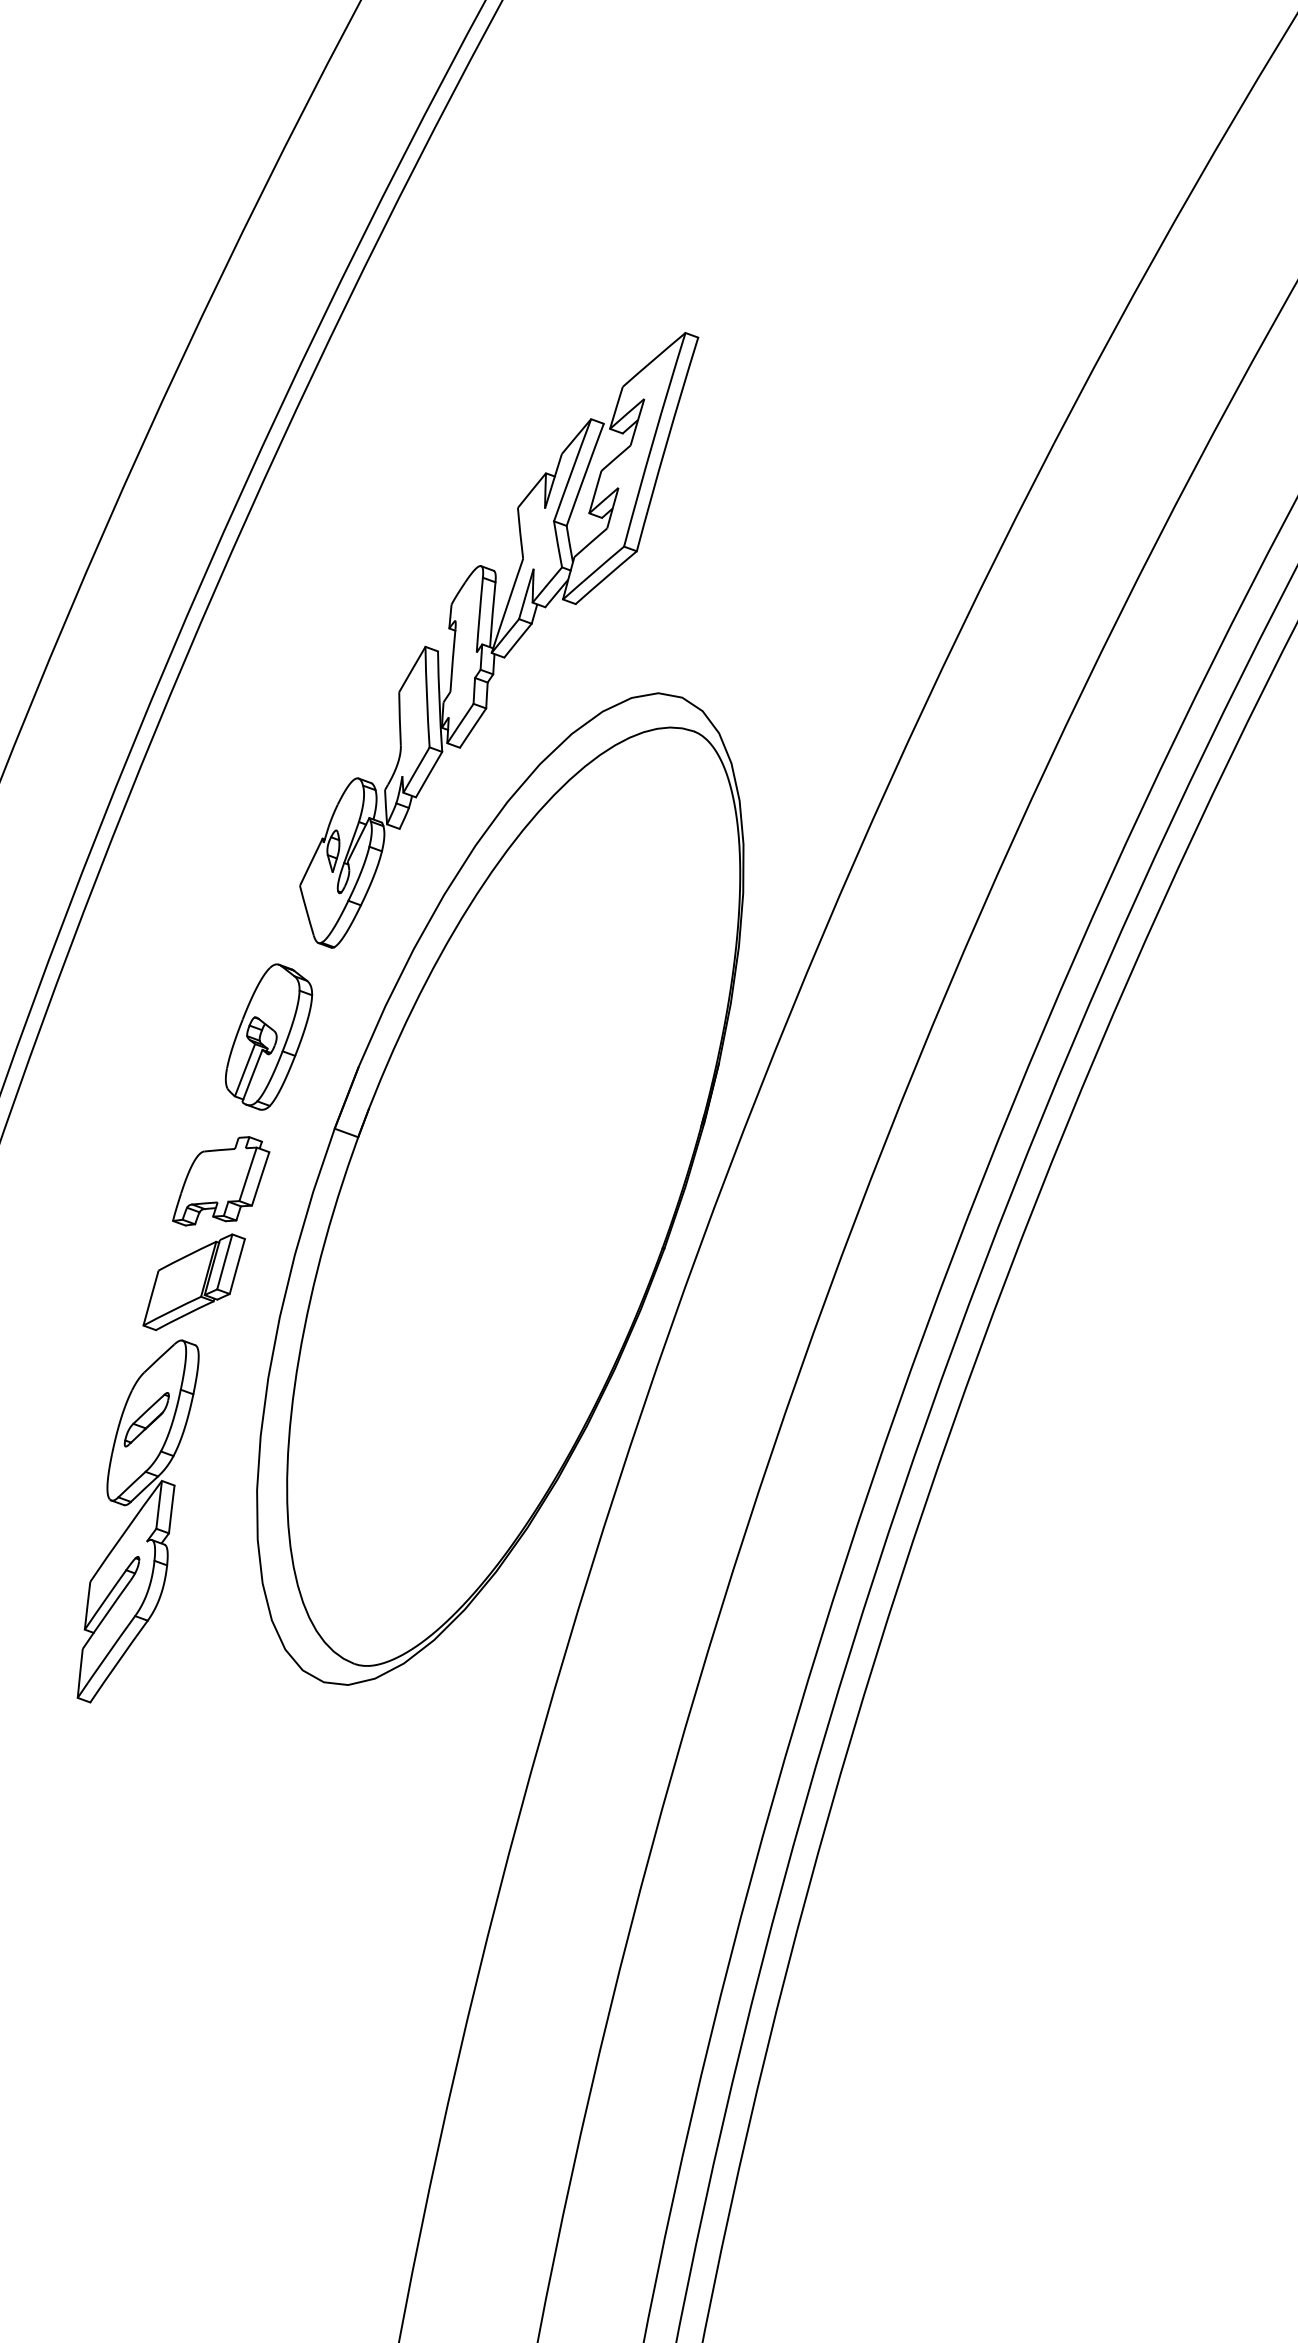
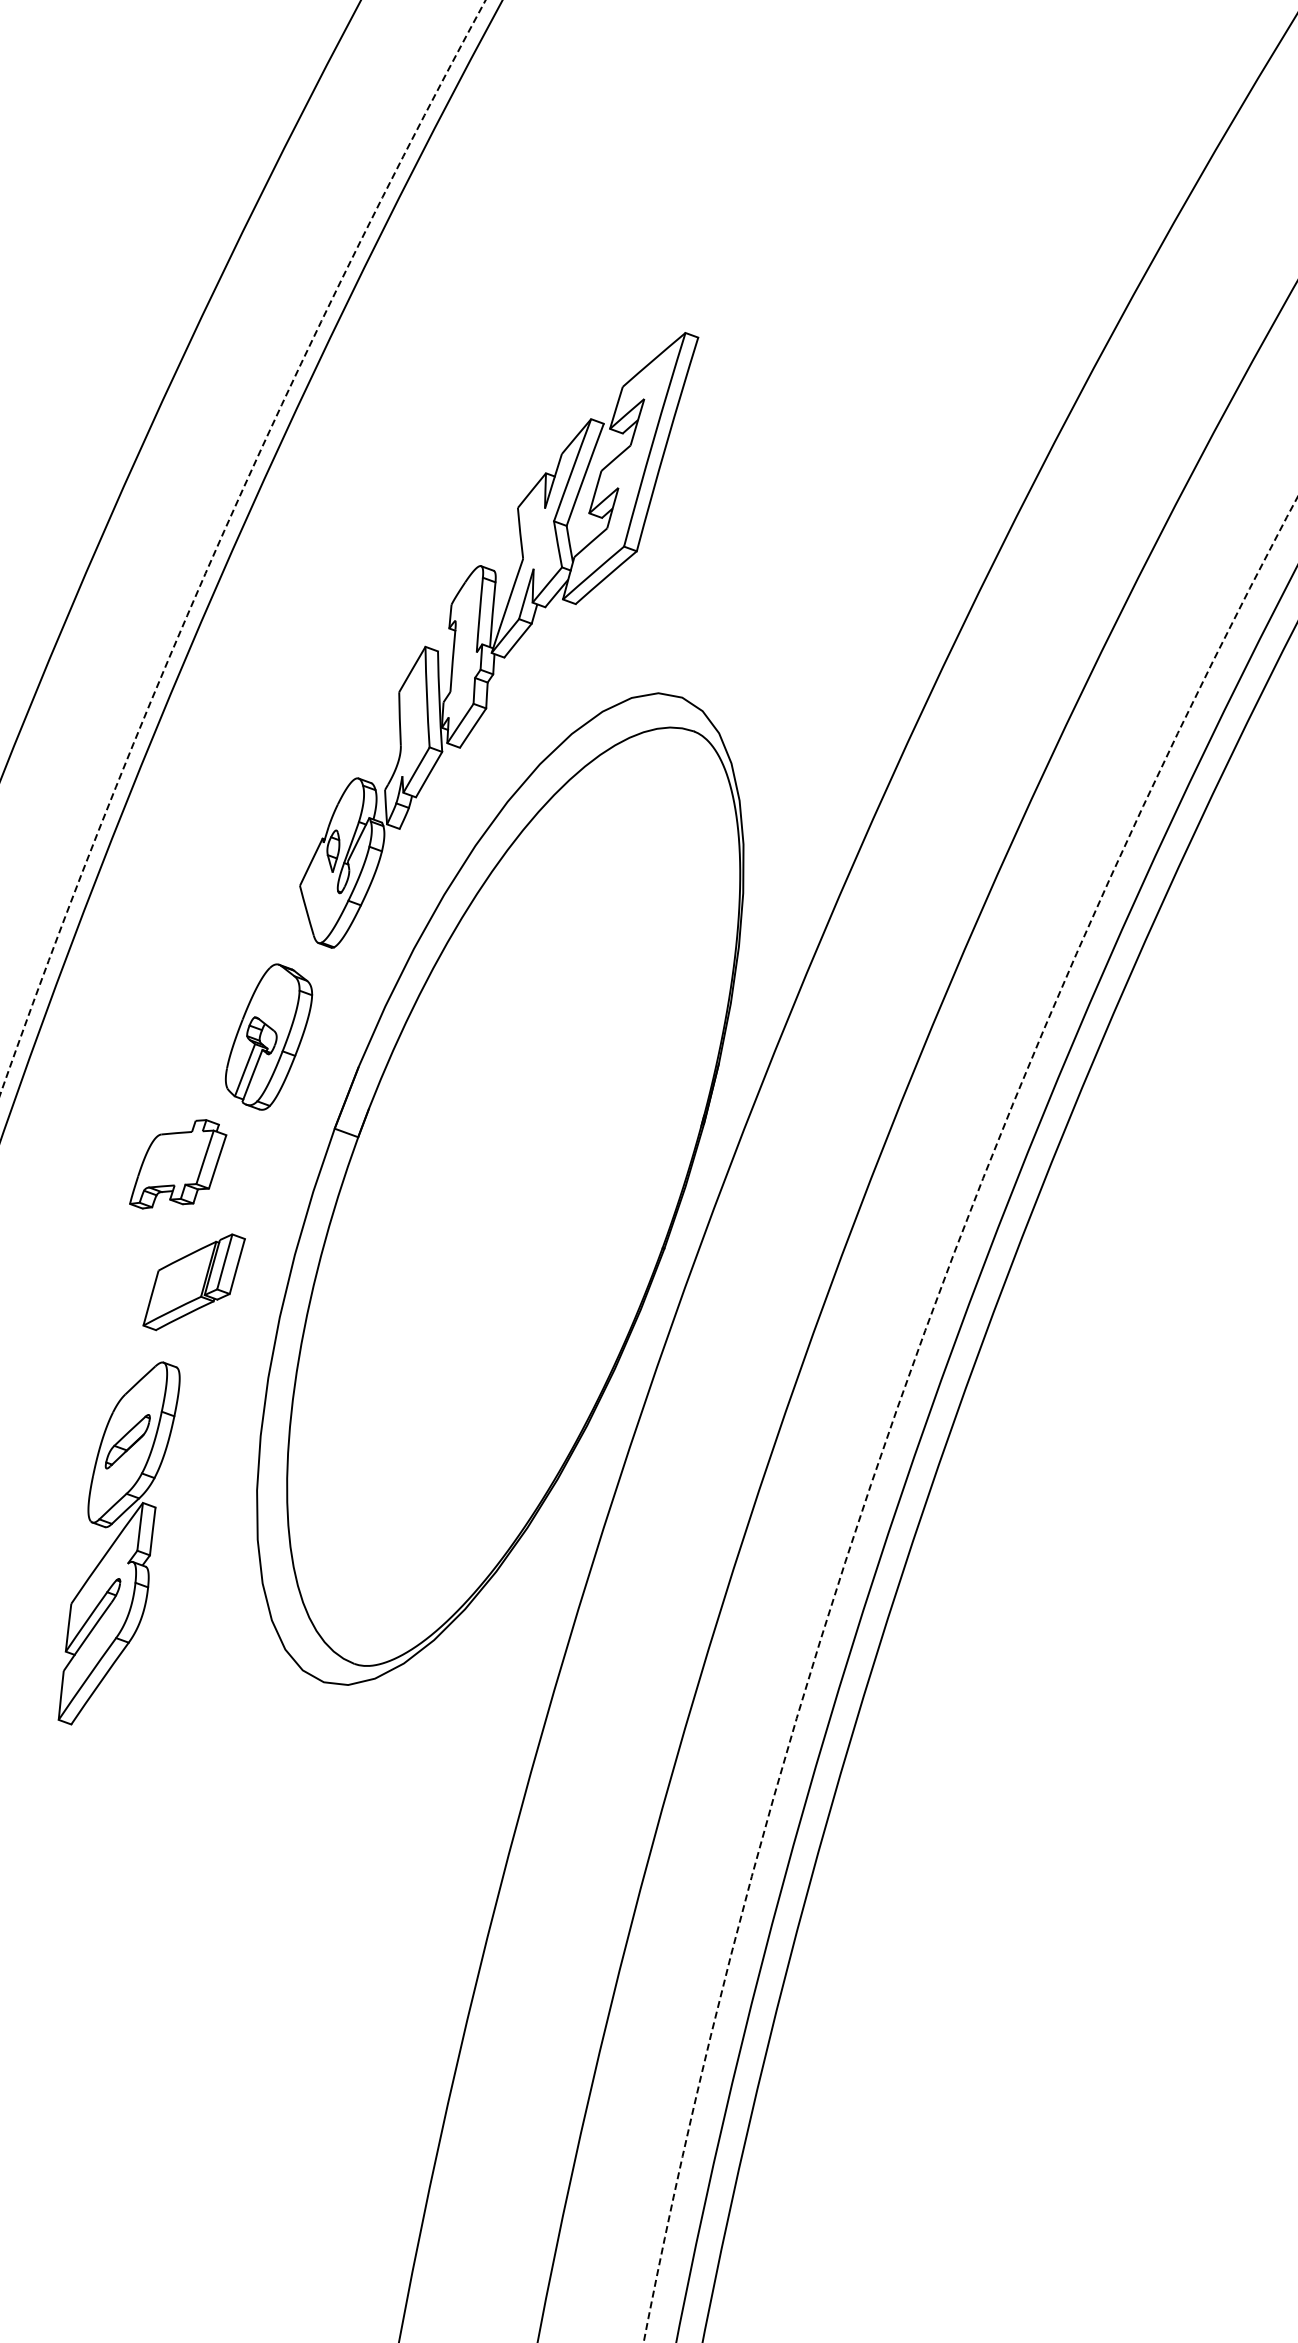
circle at (242, 547): solid -> dashed
part at (221, 1181) position: (221, 1181) -> (178, 1164)
circle at (970, 1419): solid -> dashed
part at (137, 1521) position: (137, 1521) -> (118, 1543)
